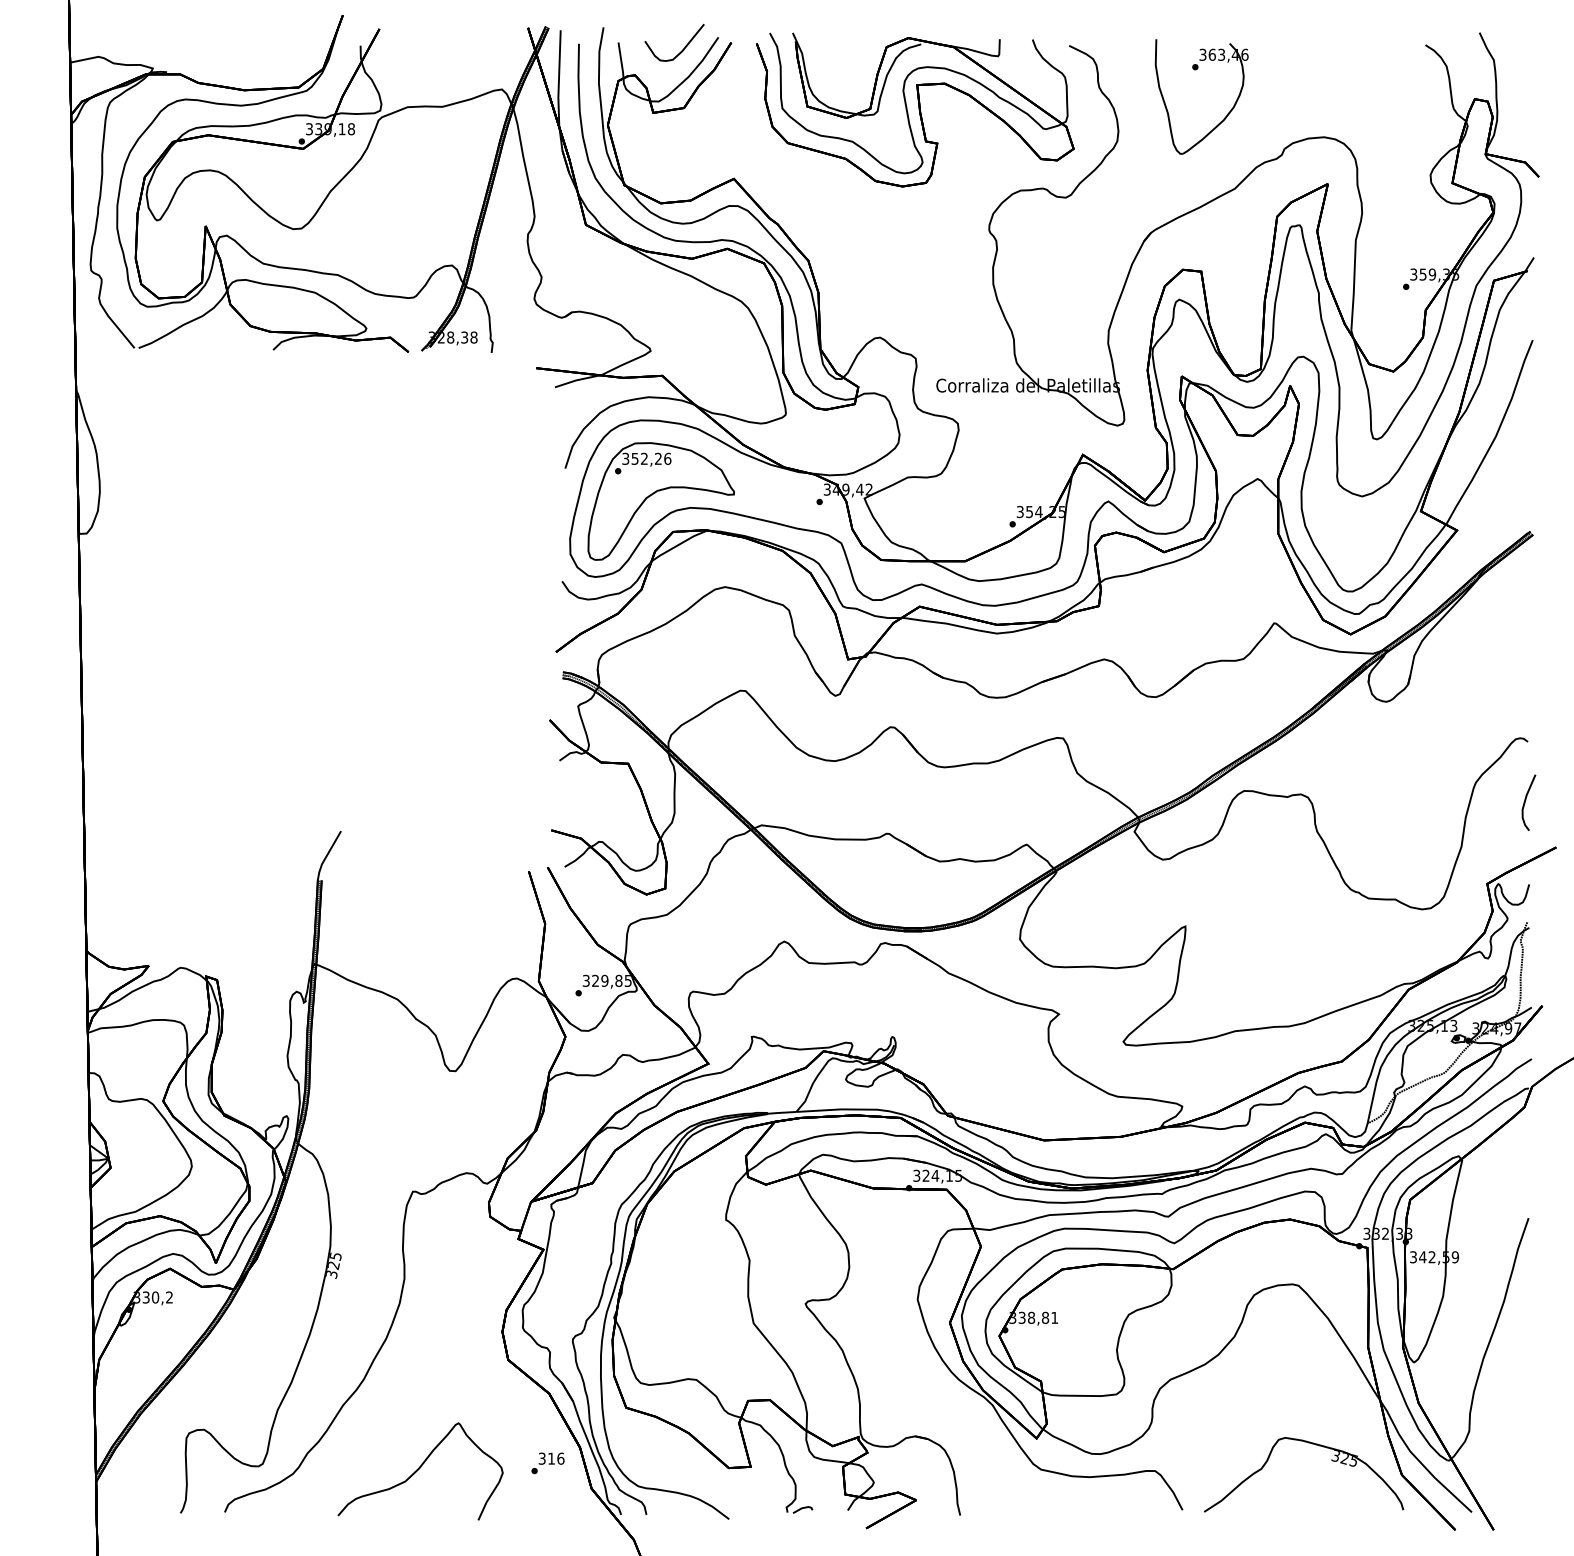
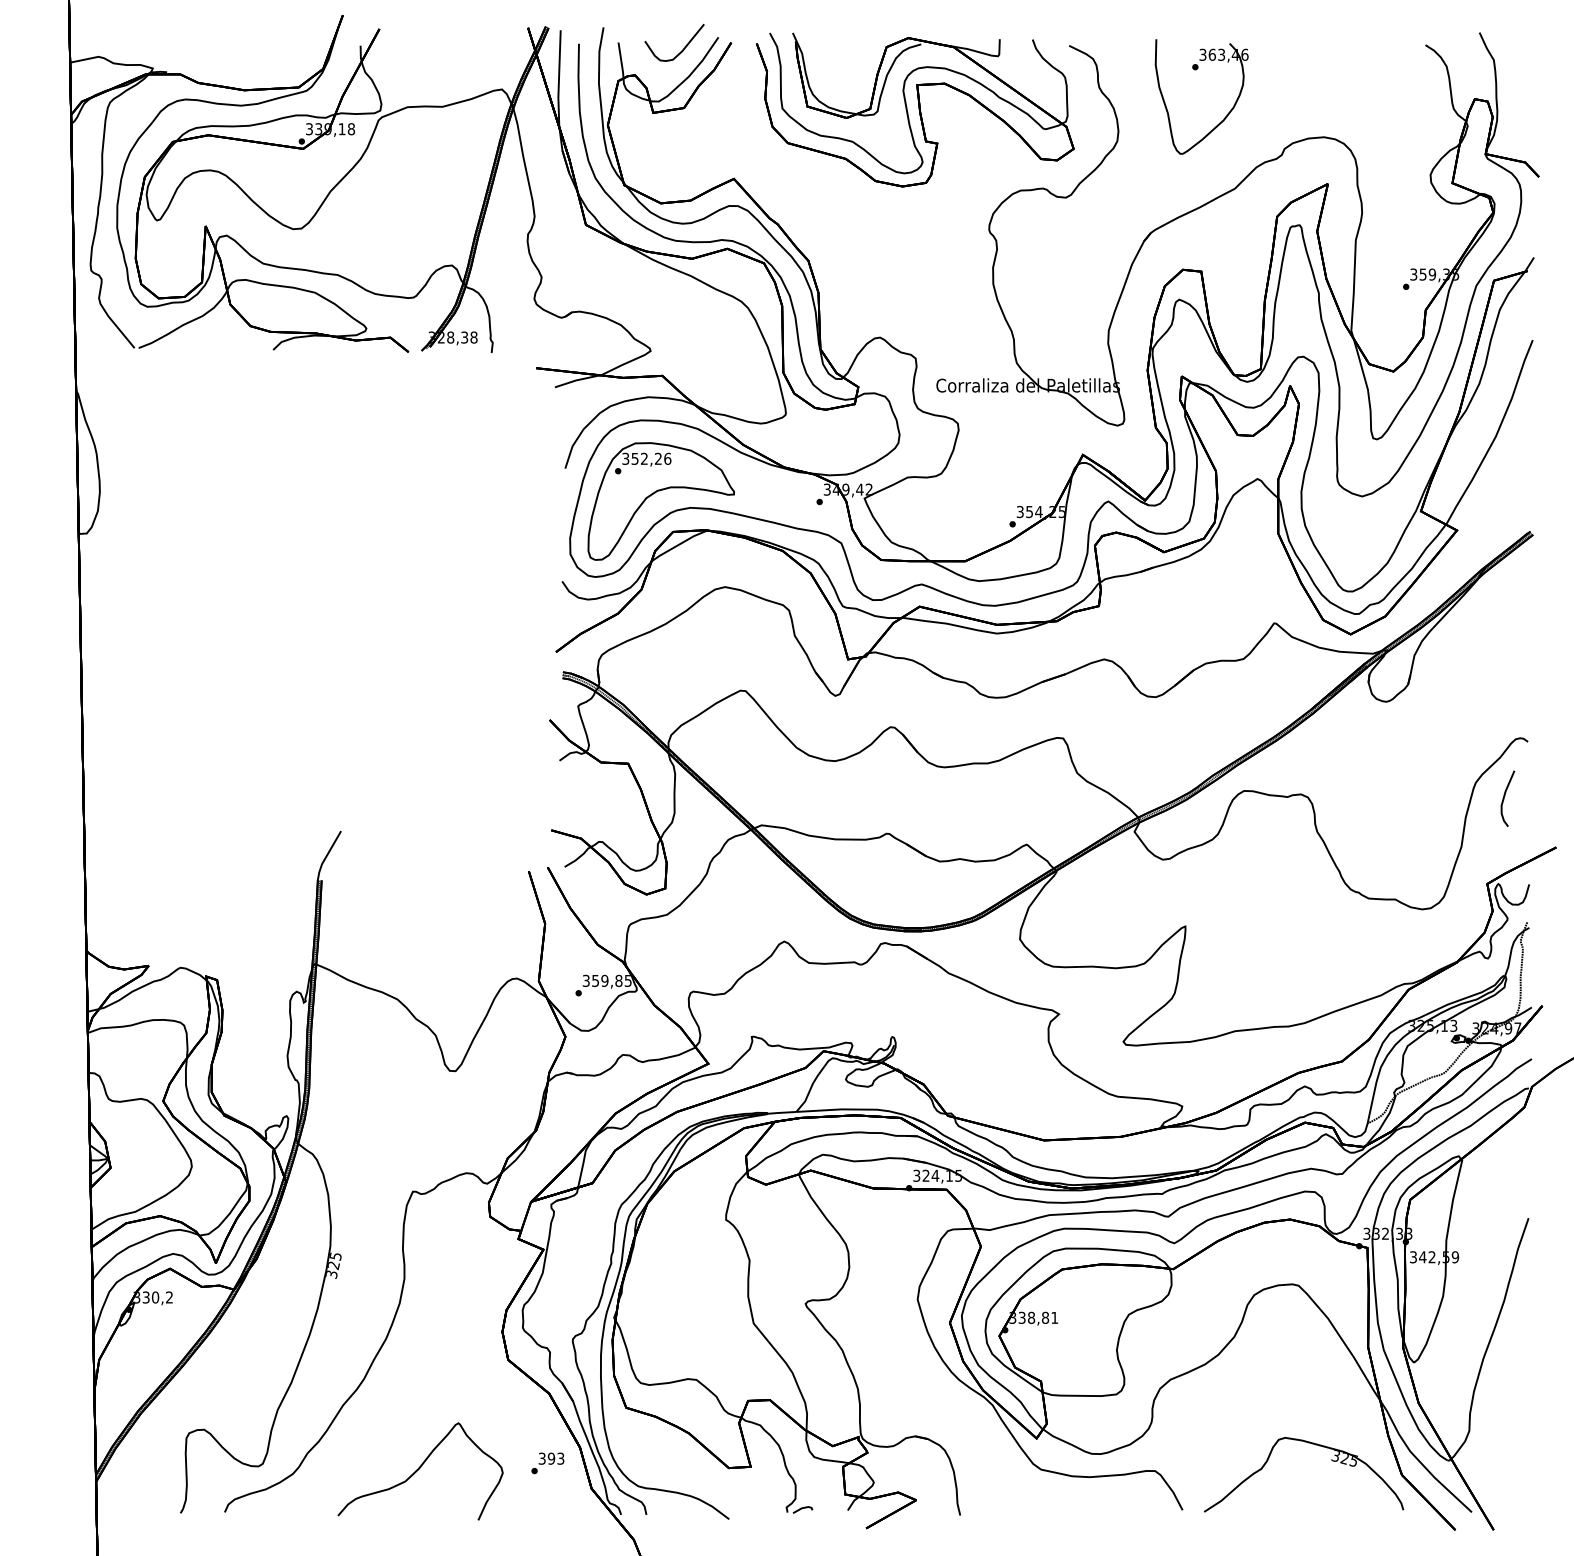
curve at (1526, 800) position: (1526, 800) -> (1505, 796)
text at (595, 980): 329,85 -> 359,85
text at (555, 1458): 316 -> 393
